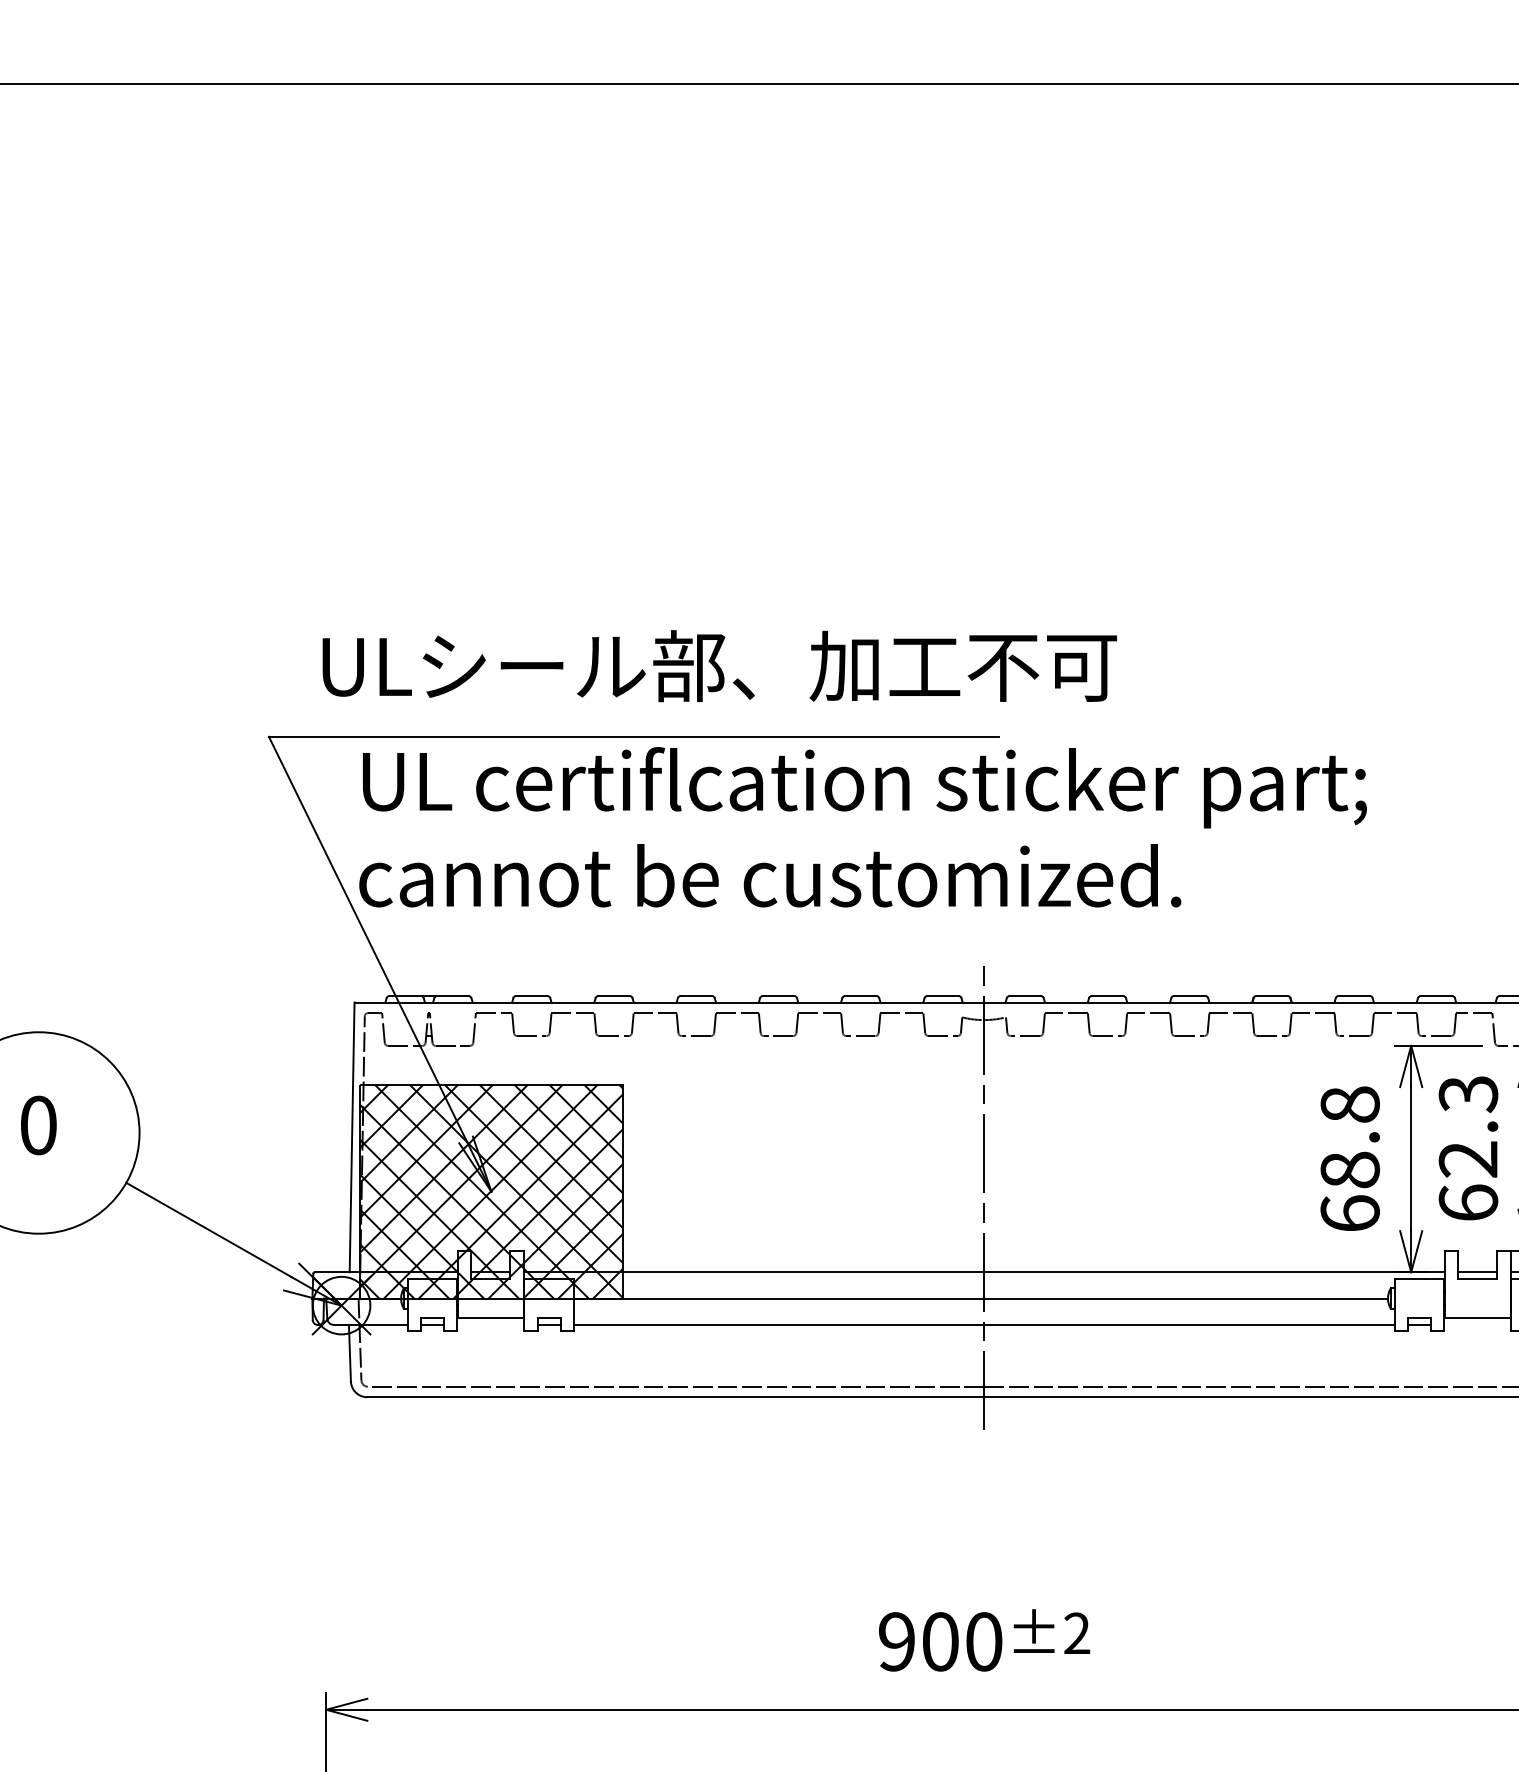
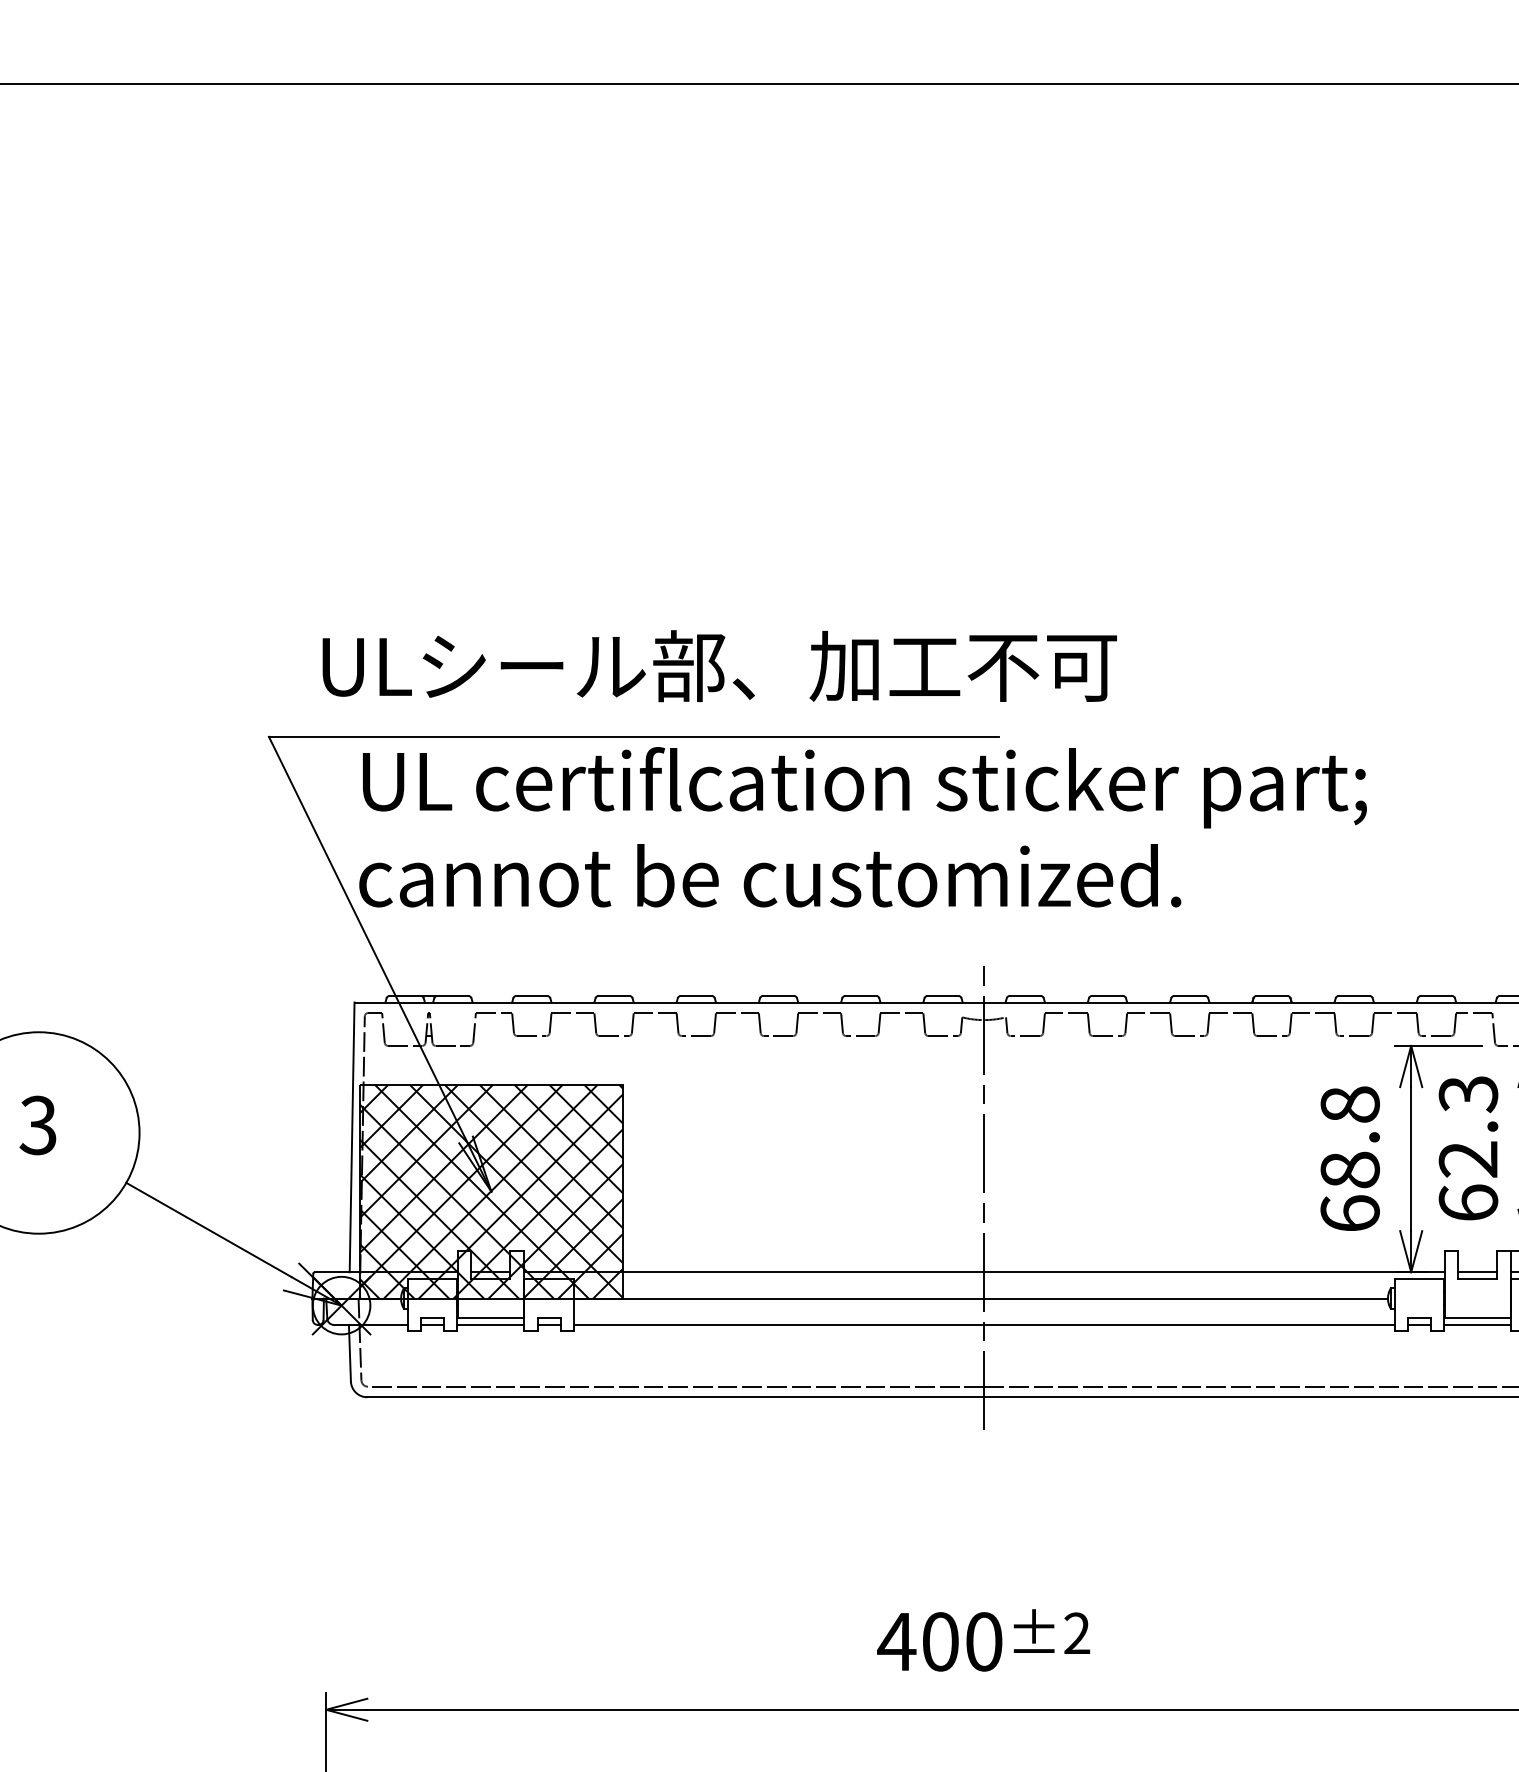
text at (37, 1125): 0 -> 3
line at (490, 1324): none -> present
line at (1477, 1324): none -> present
text at (896, 1641): 900 -> 400
